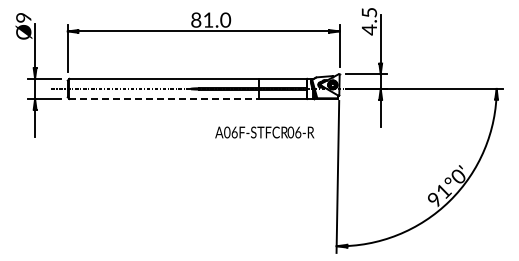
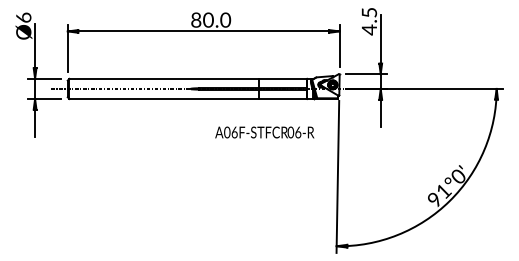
text at (23, 17): Ø9 -> Ø6
text at (208, 19): 81.0 -> 80.0
line at (164, 98): dashed -> solid
